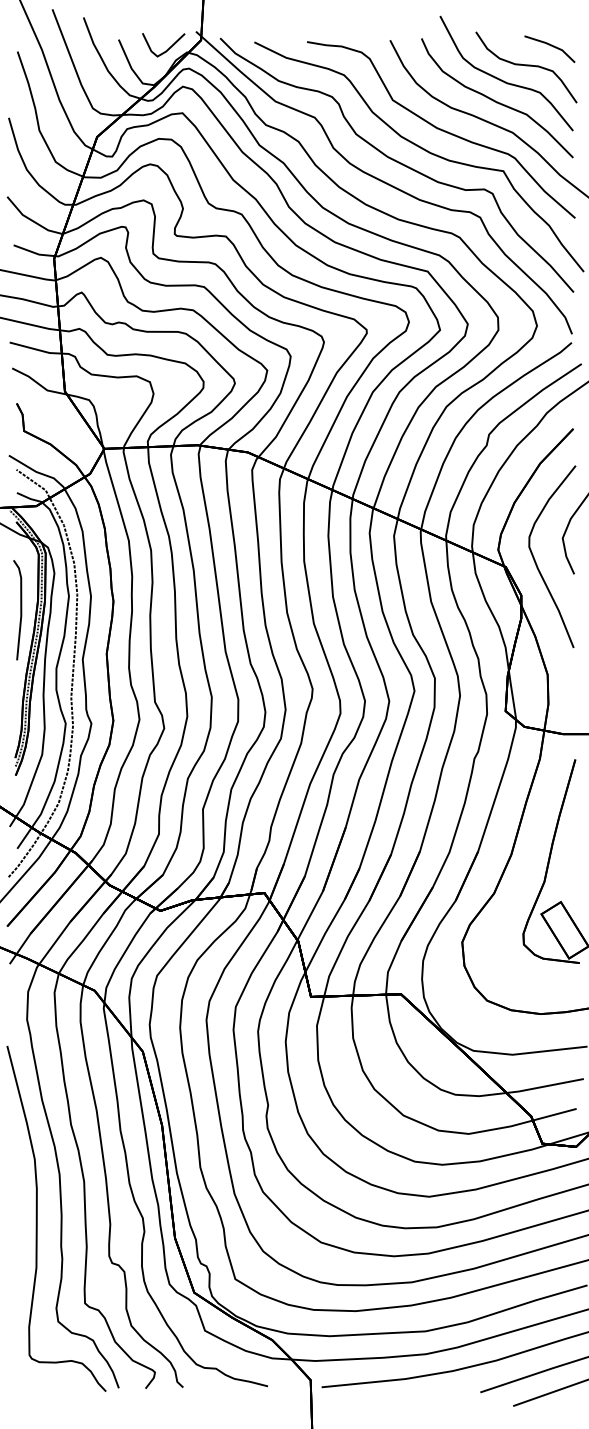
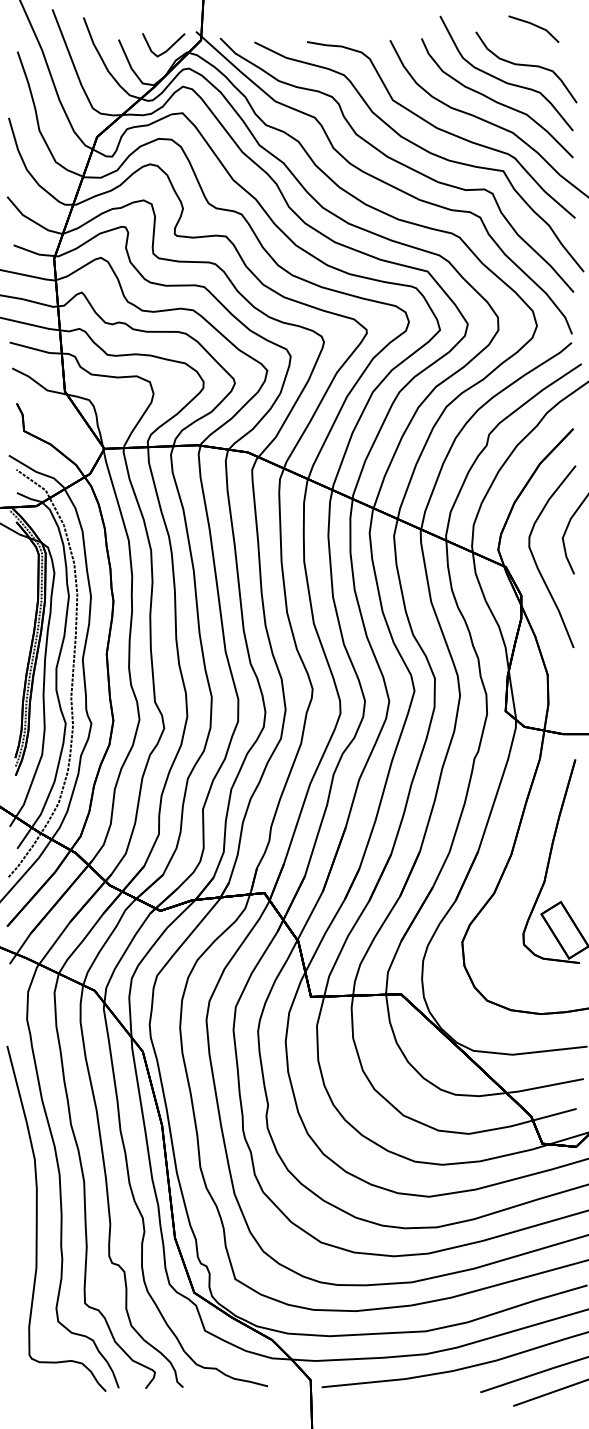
line at (551, 46) position: (551, 46) -> (535, 26)
part at (17, 610): present -> none
